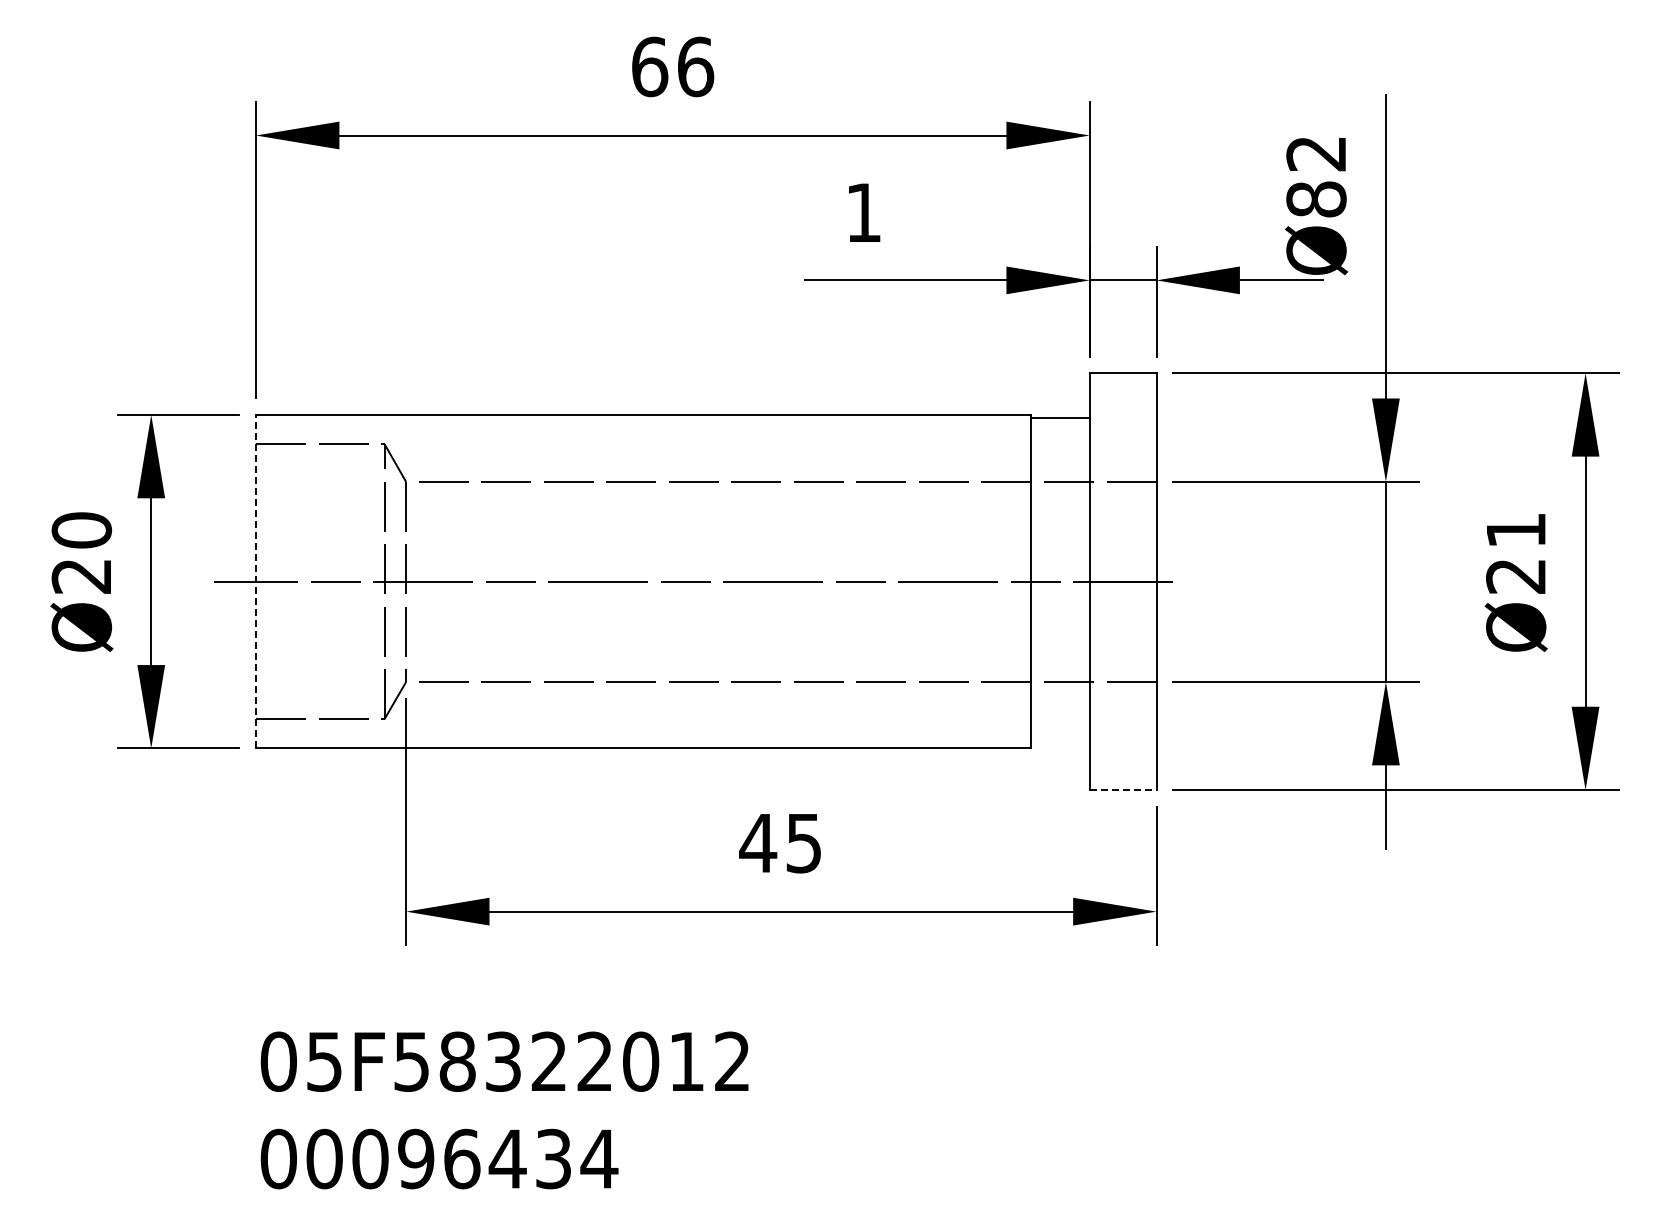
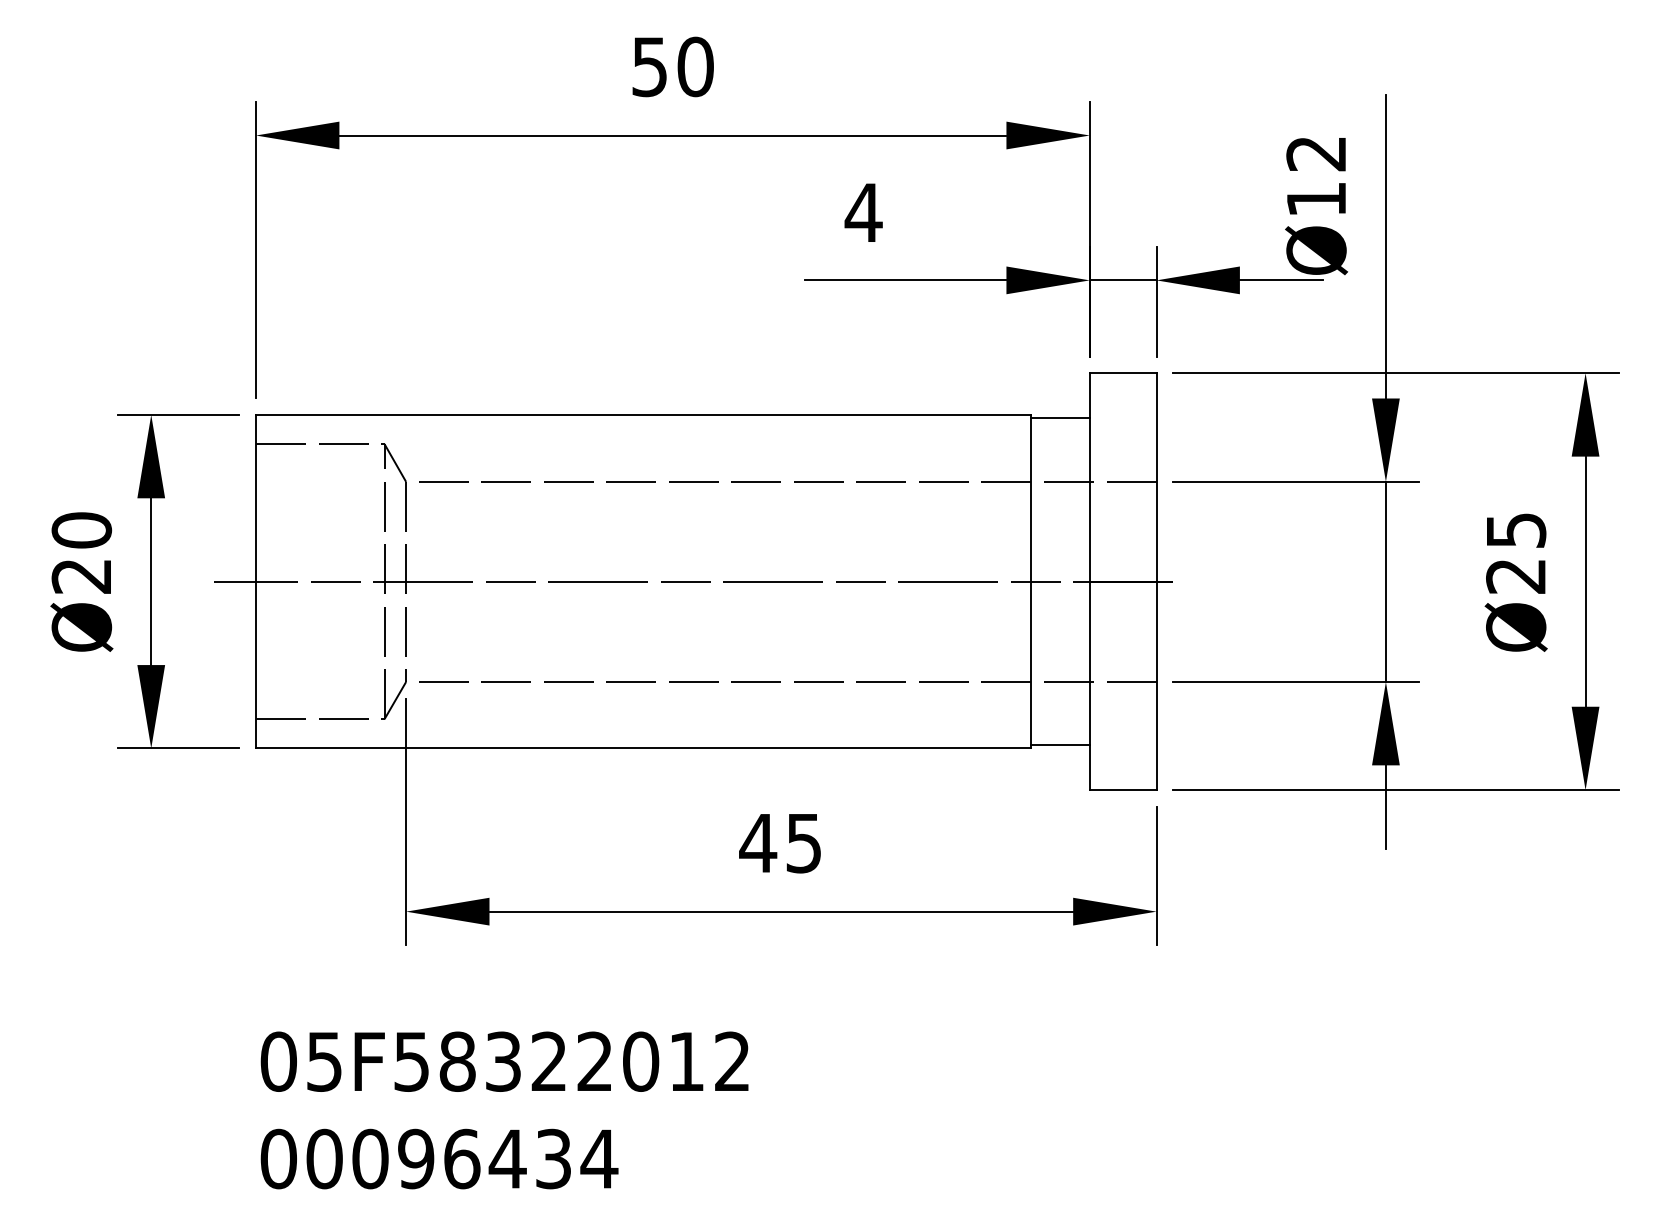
text at (673, 66): 66 -> 50
text at (1316, 199): Ø82 -> Ø12
text at (863, 212): 1 -> 4
text at (1516, 530): Ø21 -> Ø25
line at (256, 581): dashed -> solid
line at (1060, 745): none -> present
line at (1123, 790): dashed -> solid
